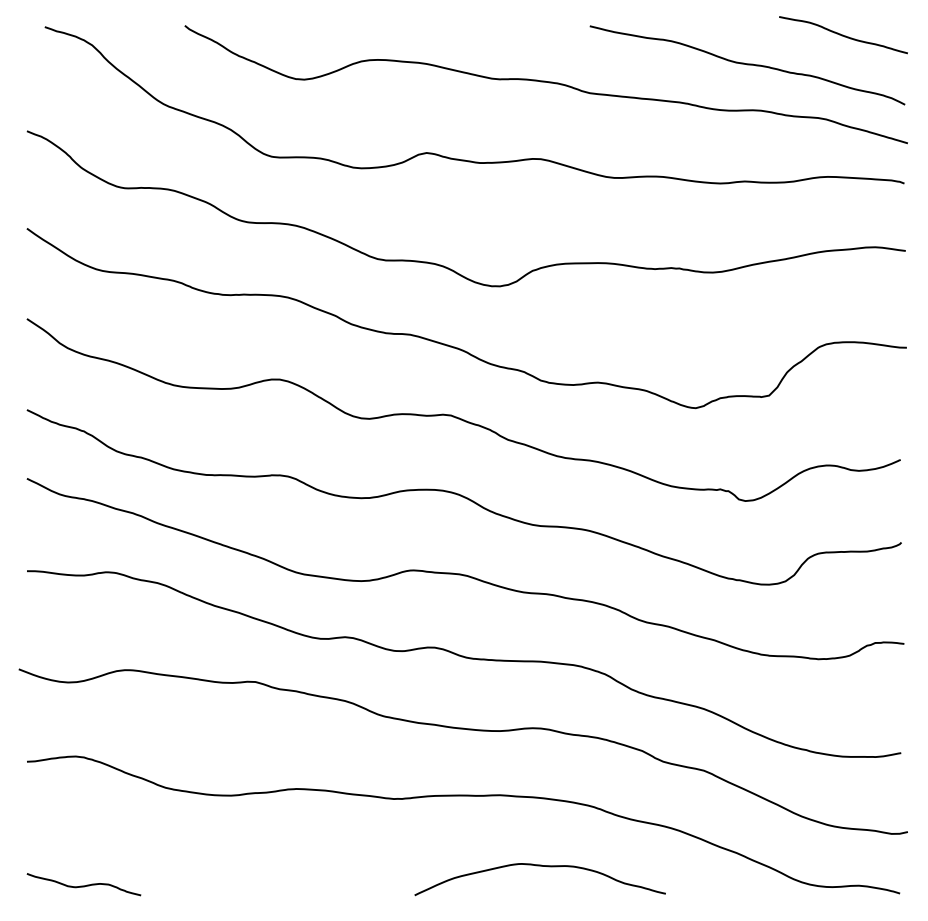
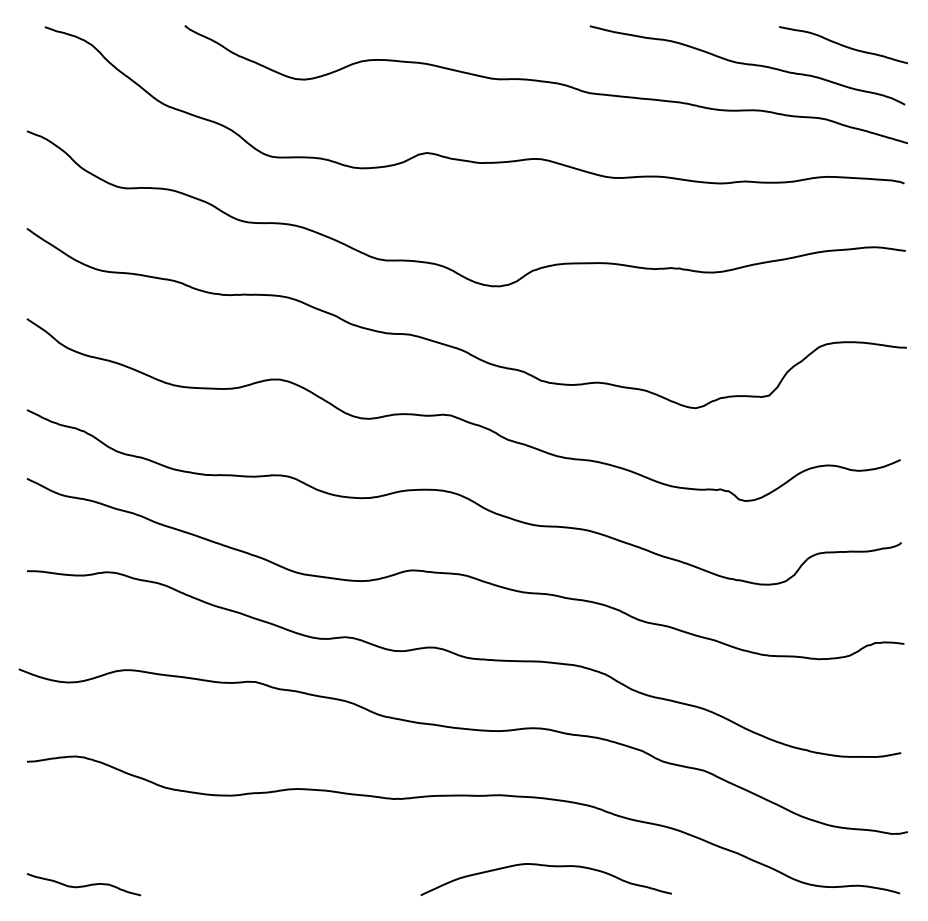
curve at (843, 35) position: (843, 35) -> (843, 45)
curve at (539, 866) position: (539, 866) -> (545, 866)
